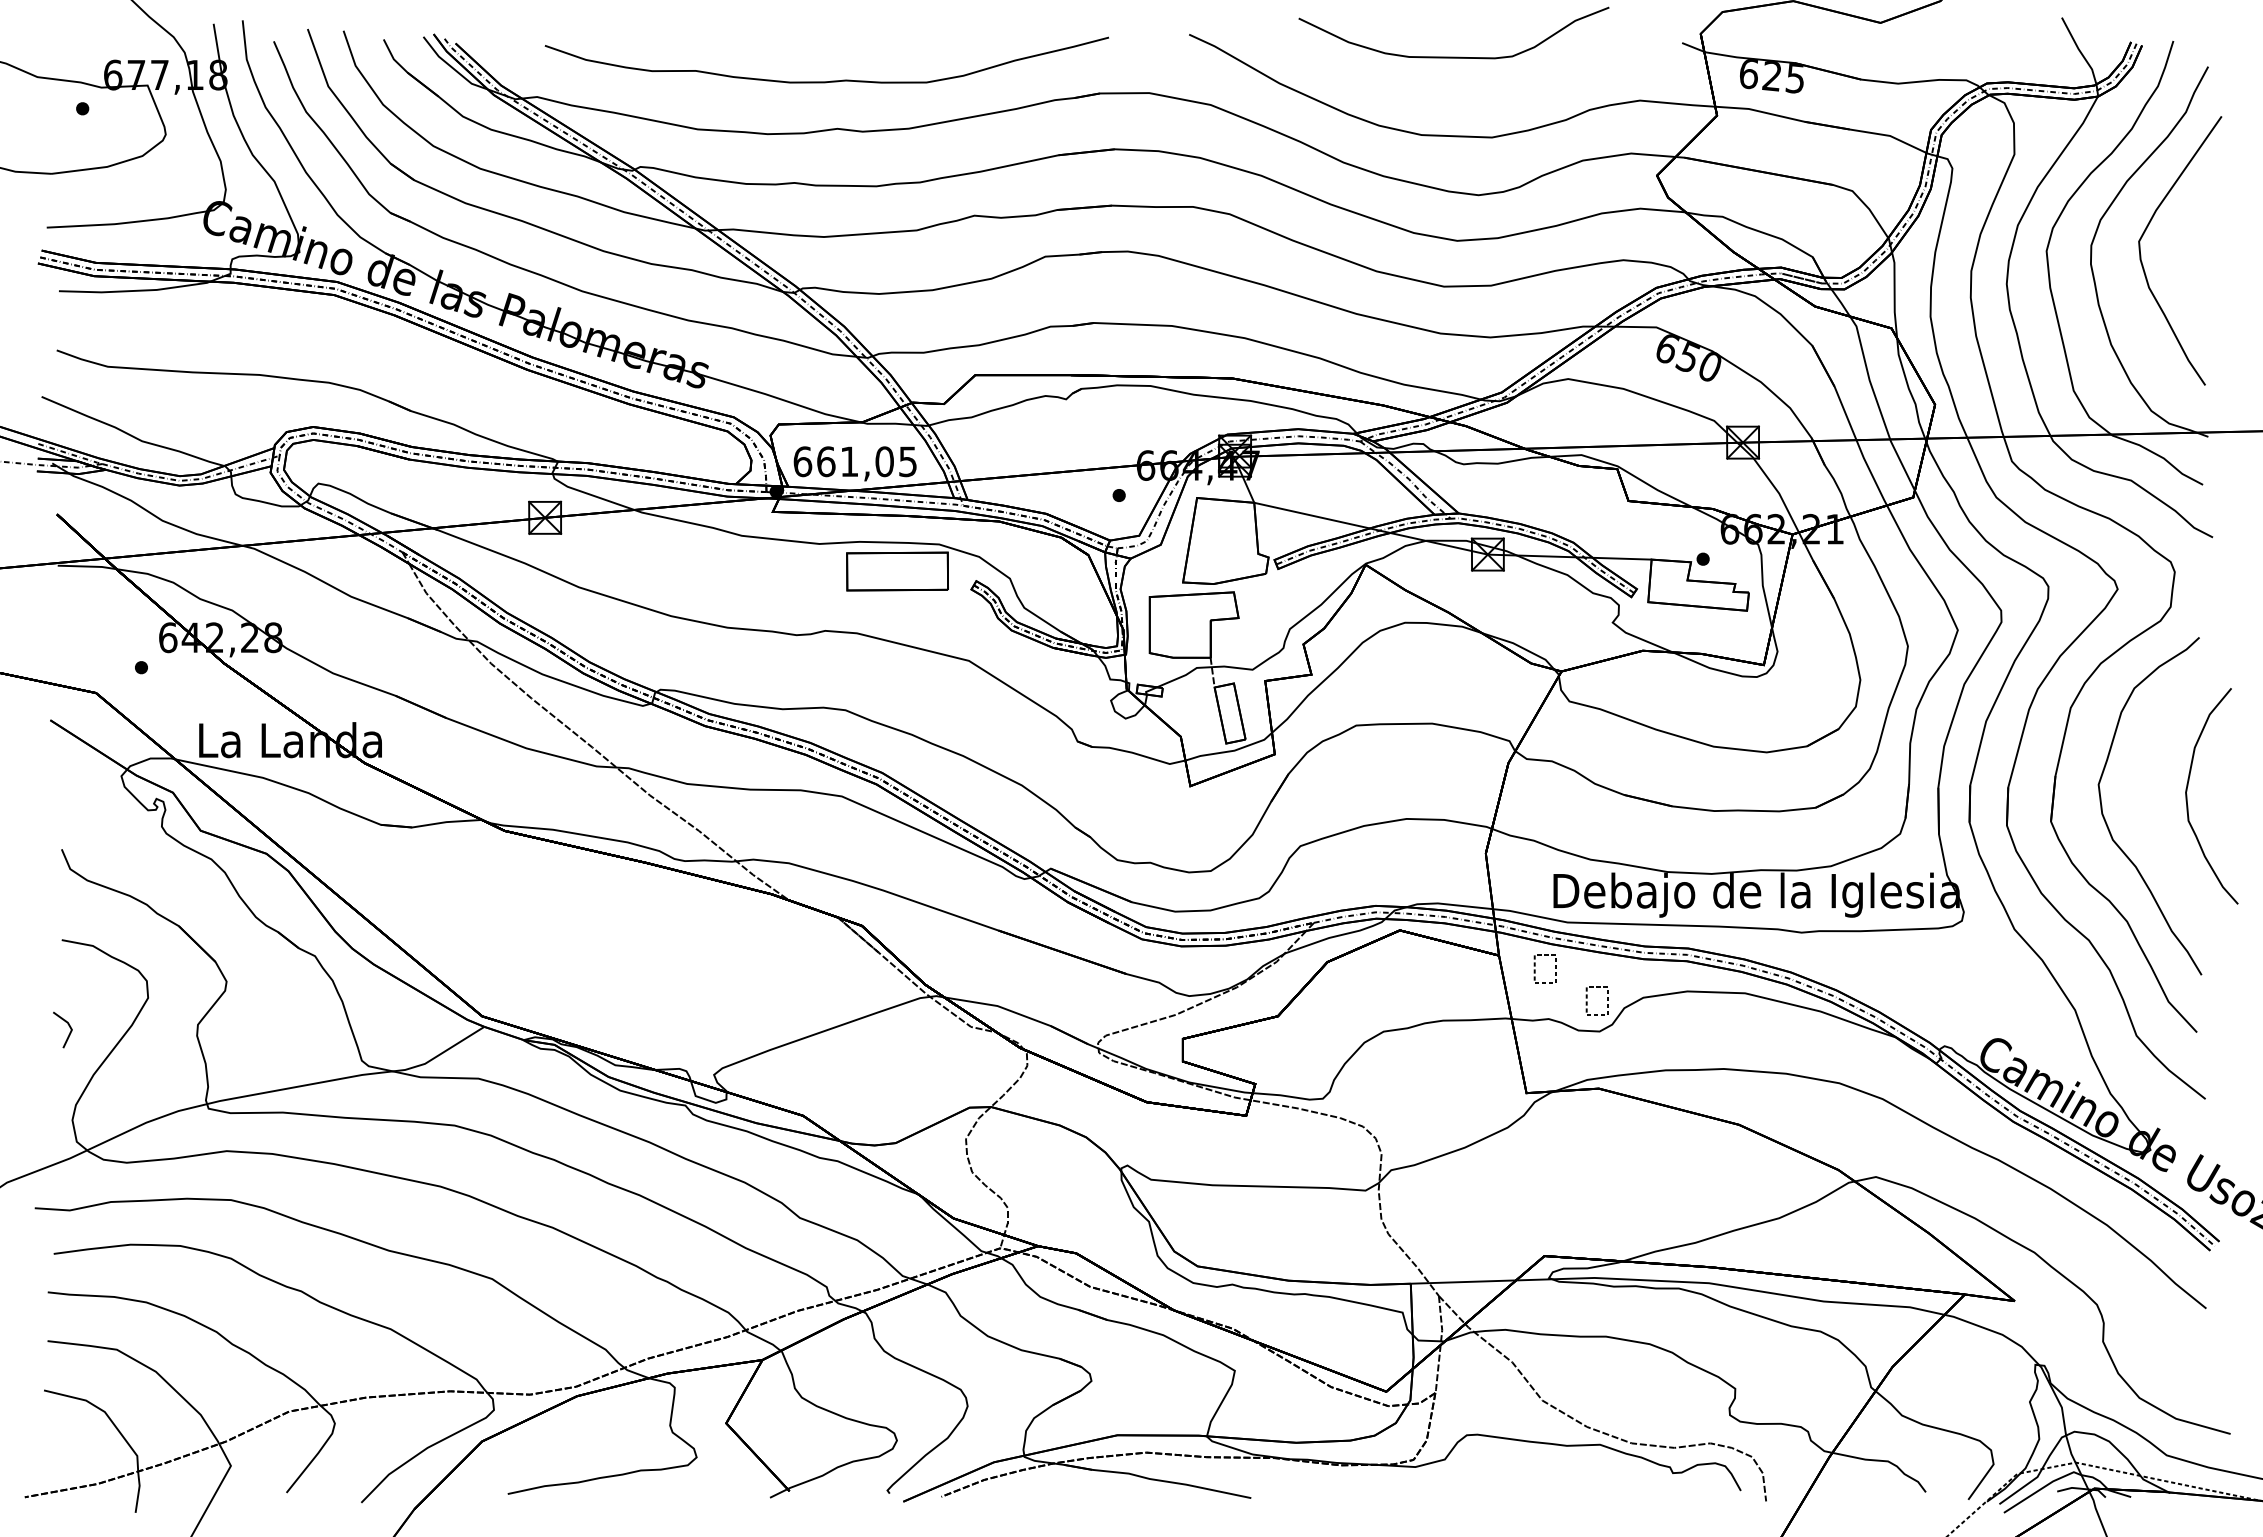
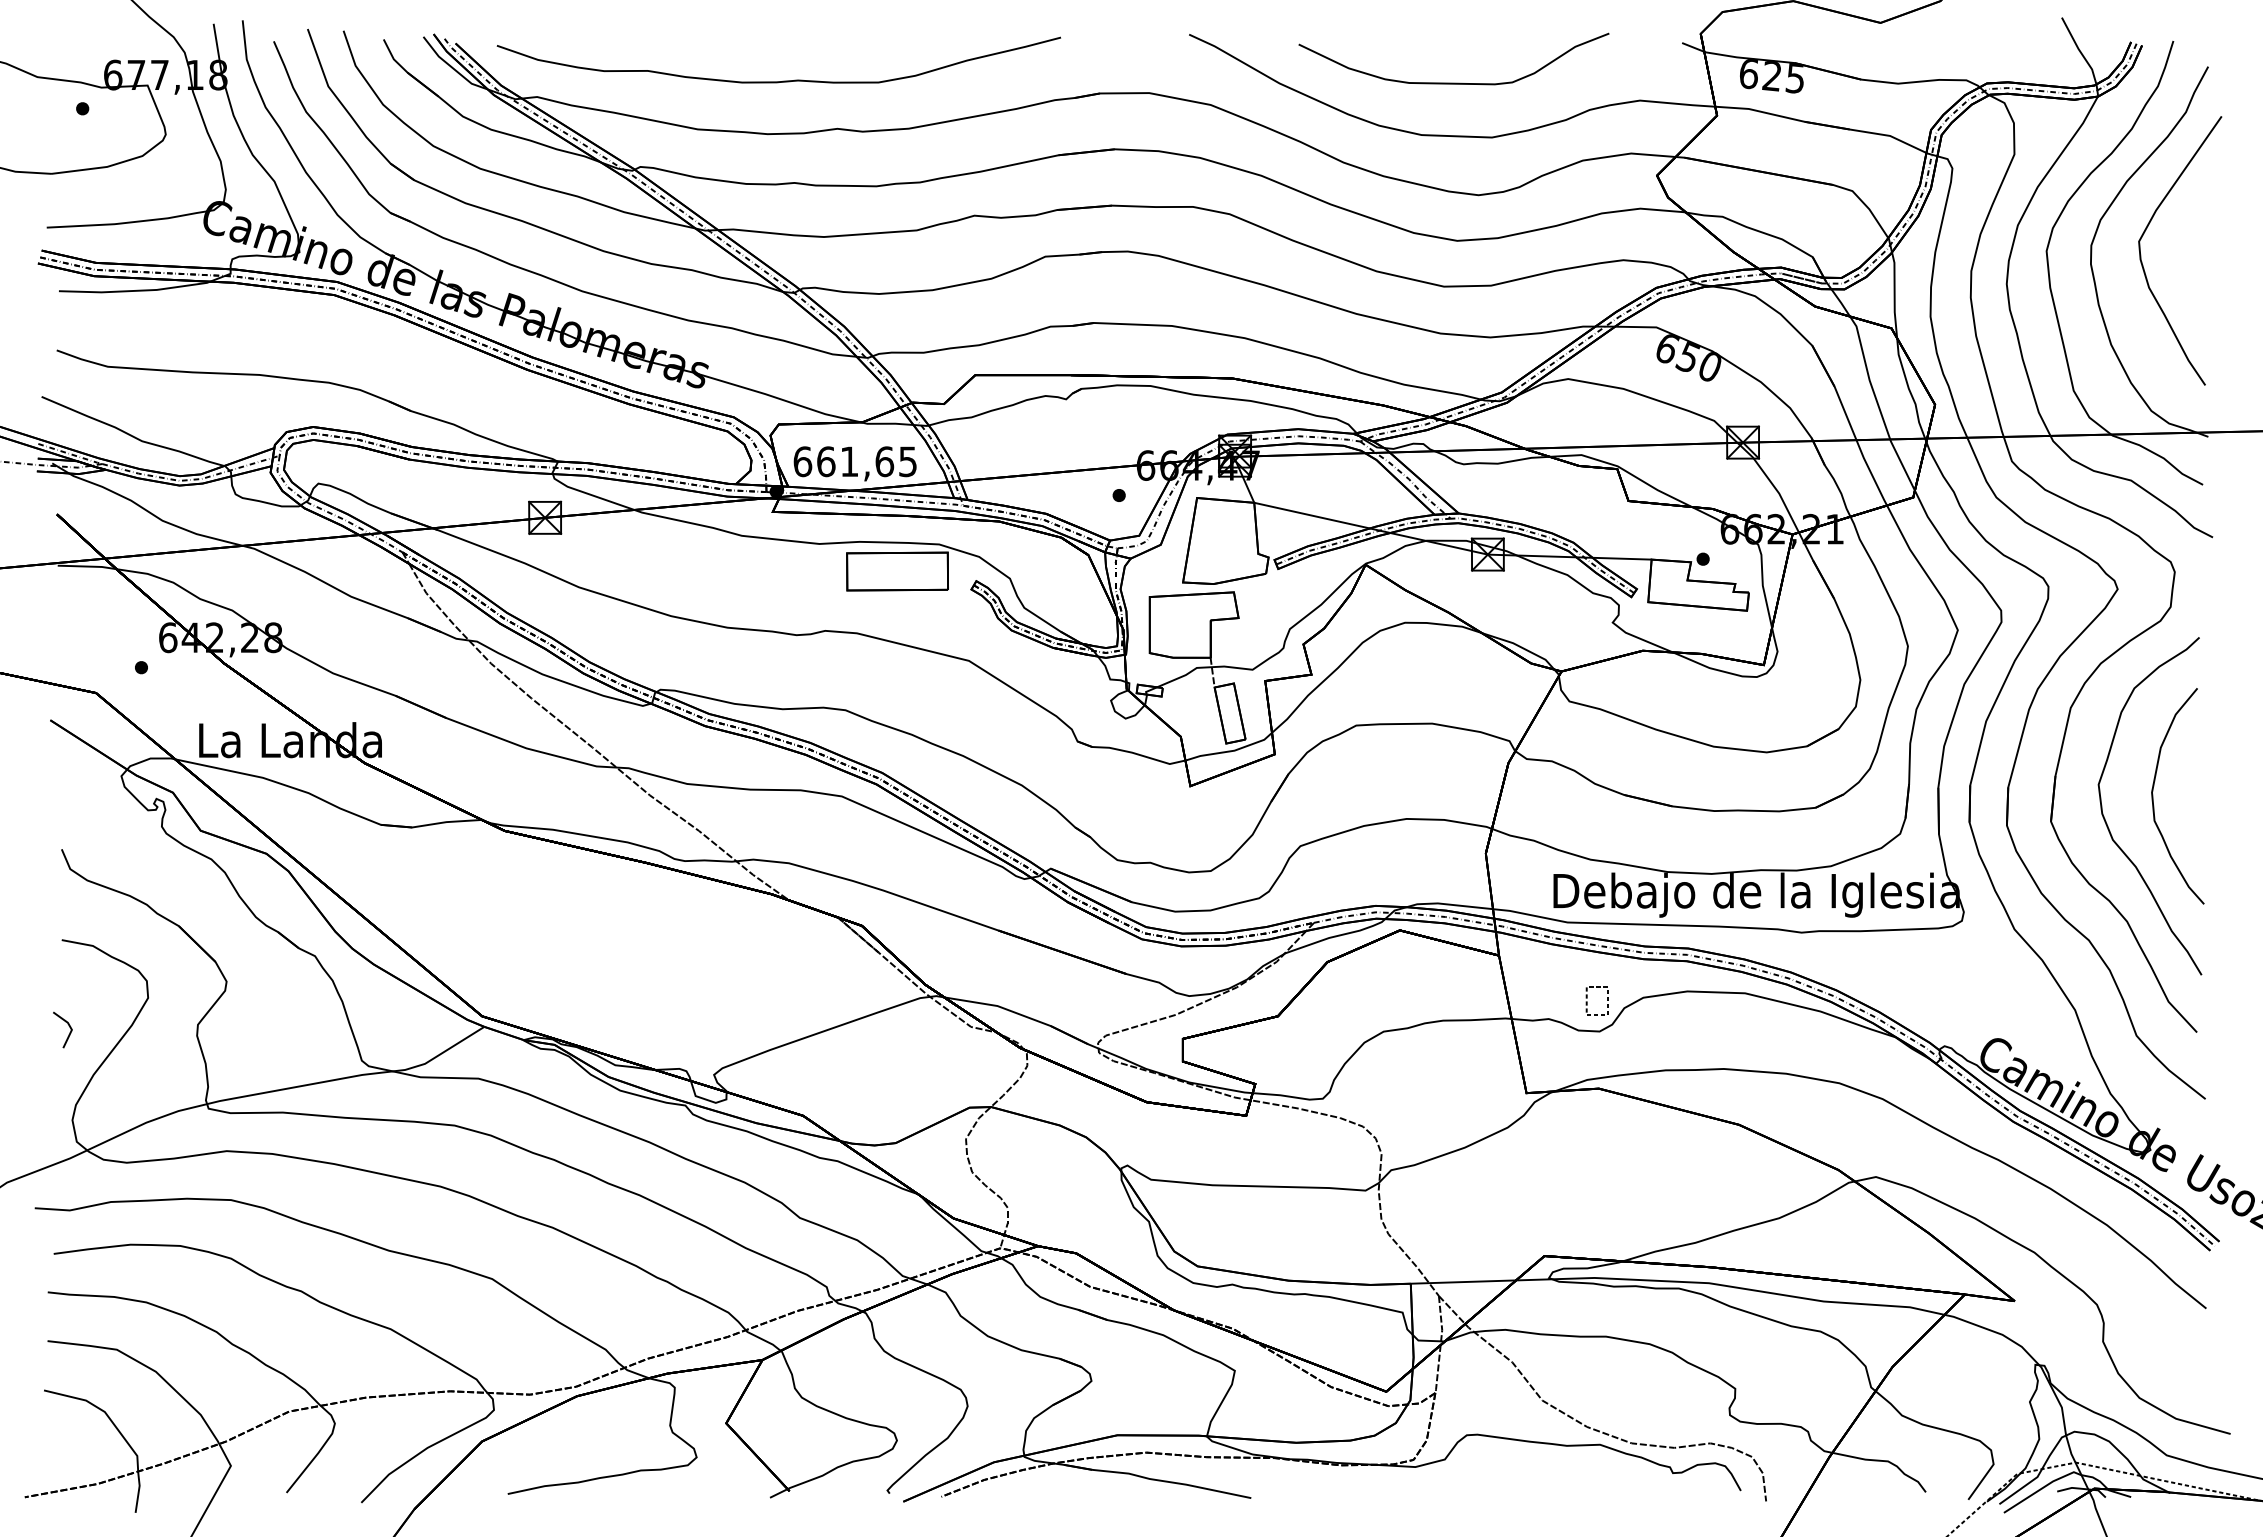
curve at (1453, 56) position: (1453, 56) -> (1453, 82)
curve at (831, 80) position: (831, 80) -> (783, 80)
text at (884, 461): 661,05 -> 661,65
curve at (2187, 796) position: (2187, 796) -> (2153, 796)
part at (1535, 969): present -> none
